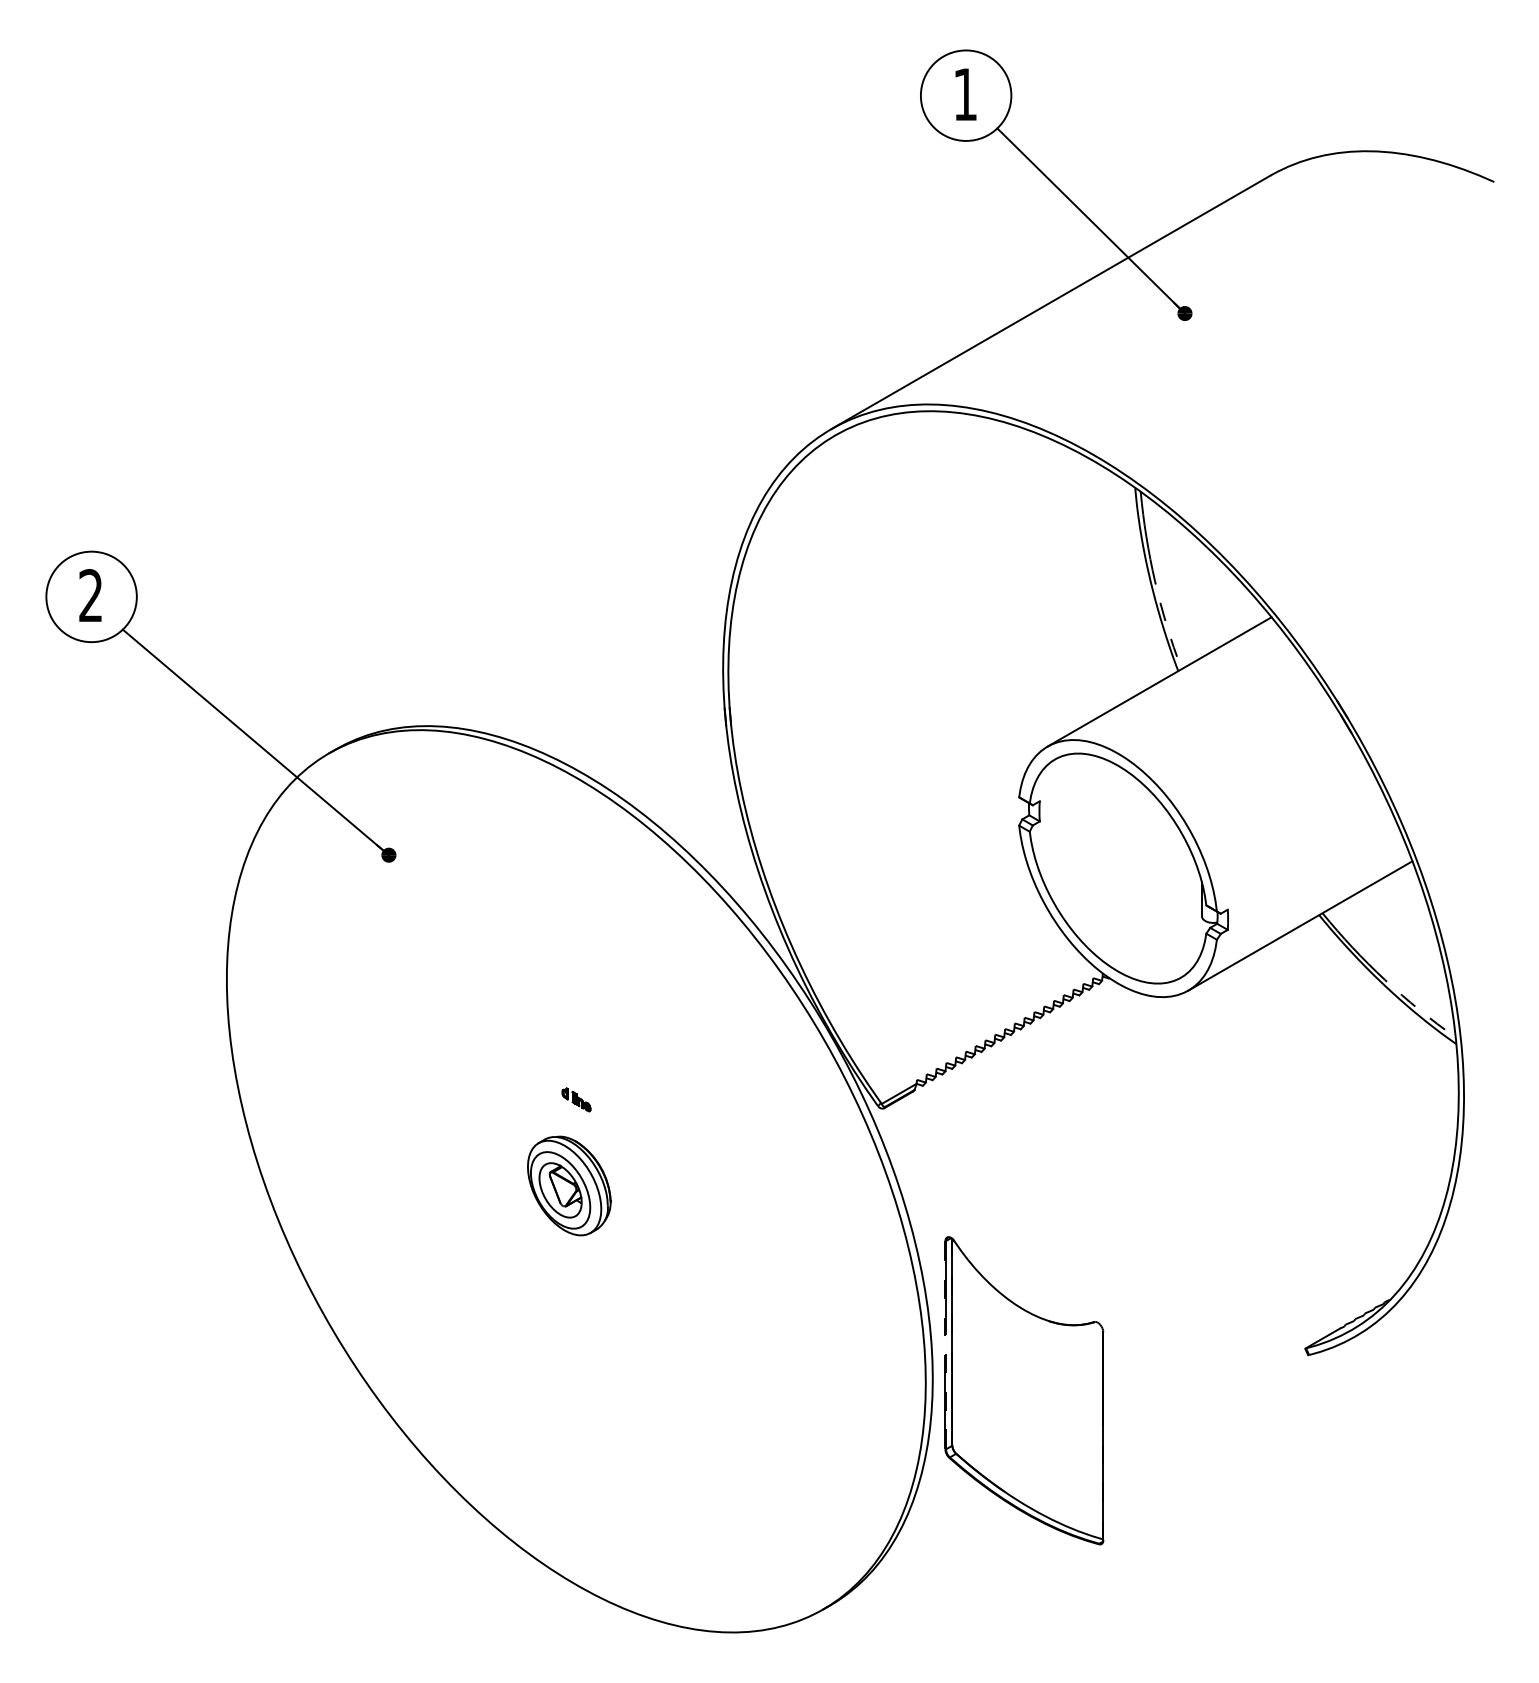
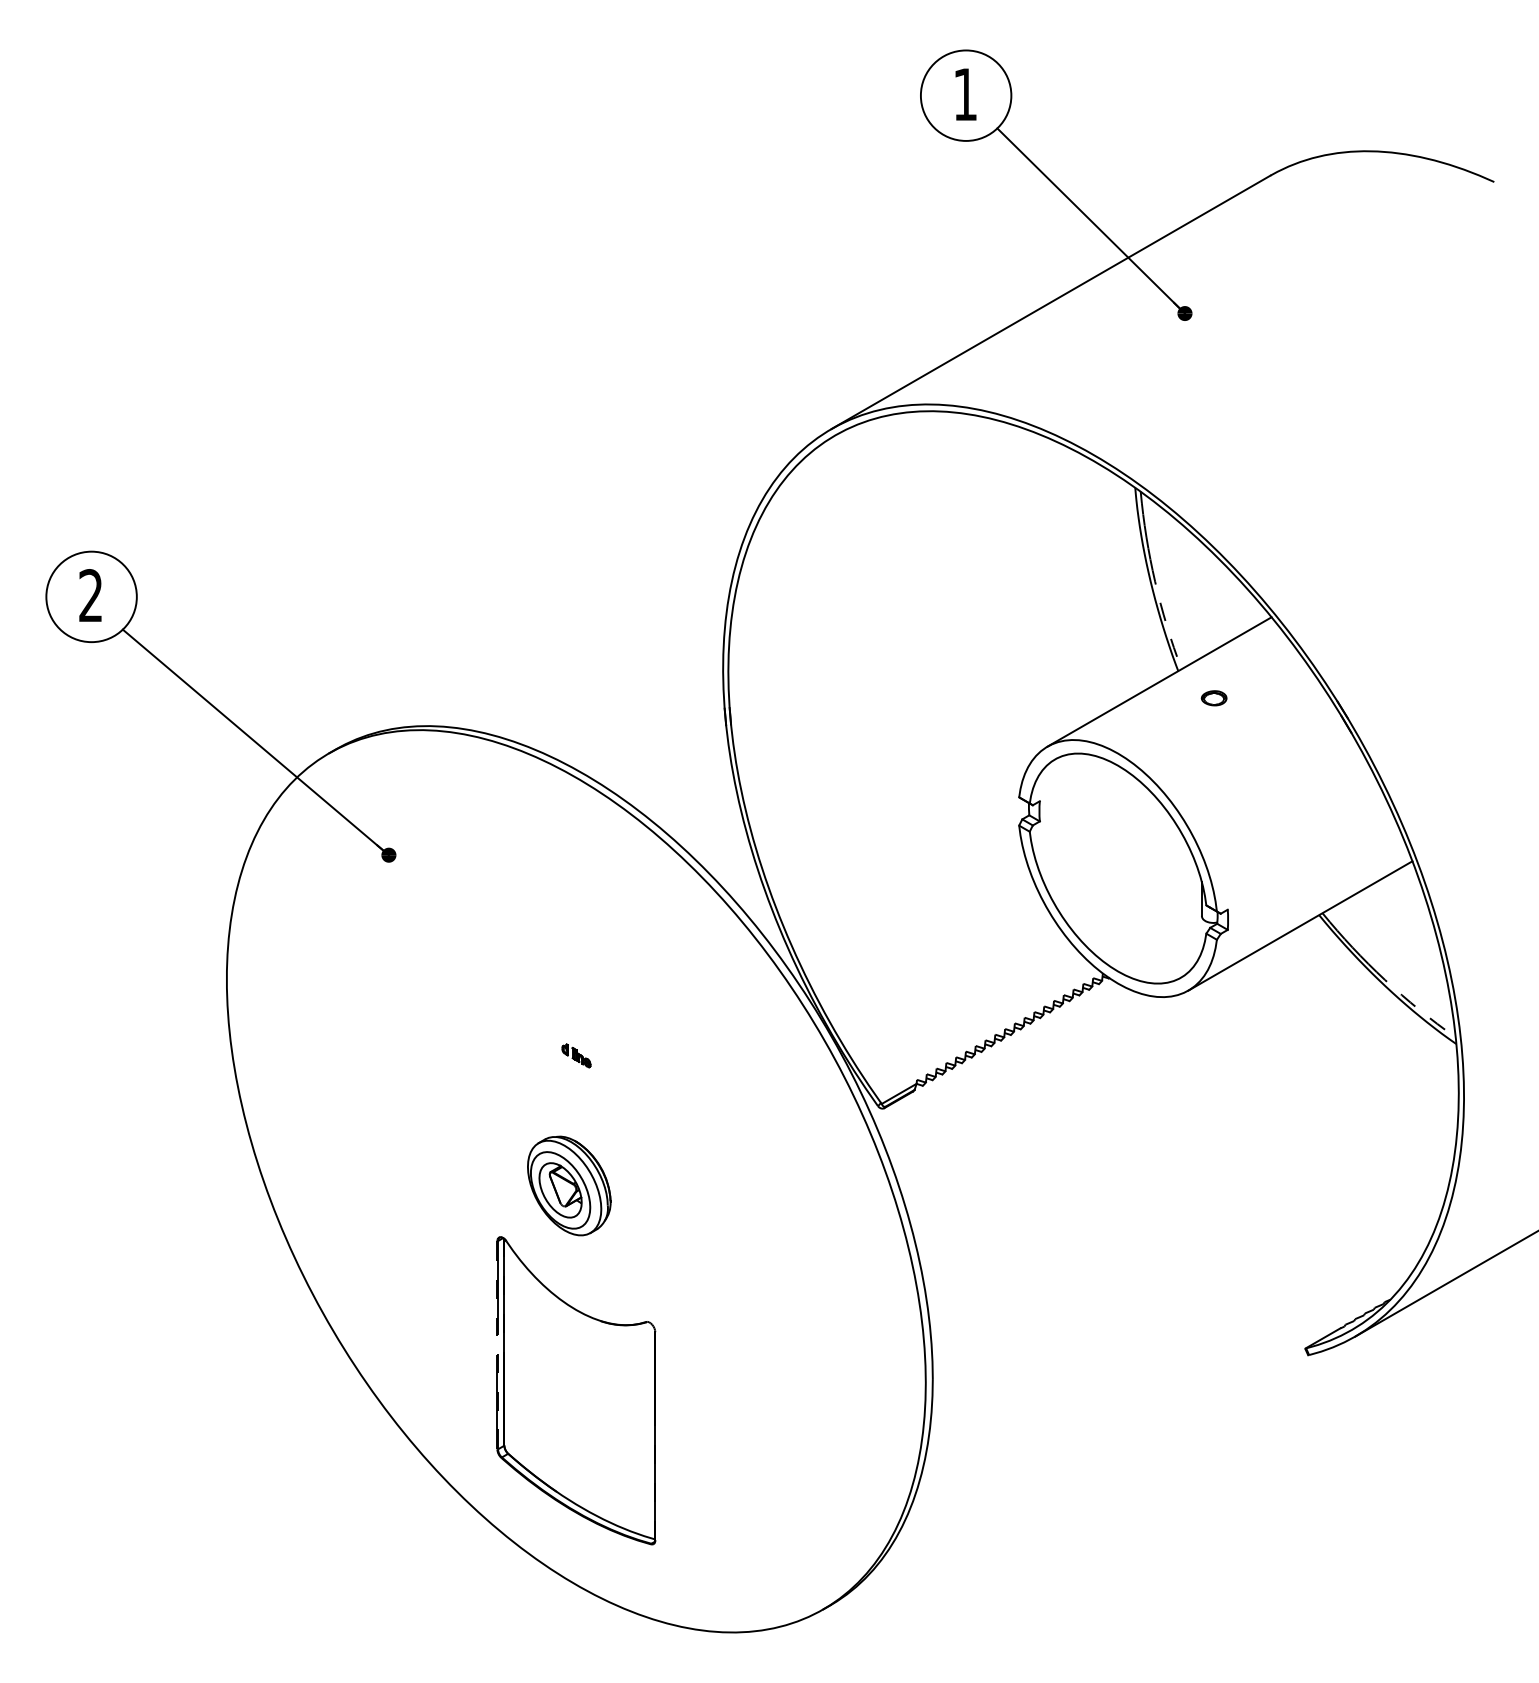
part at (1213, 698): none -> present
part at (576, 1099) position: (576, 1099) -> (576, 1055)
line at (1445, 1284): none -> present
part at (1024, 1390) position: (1024, 1390) -> (576, 1390)
